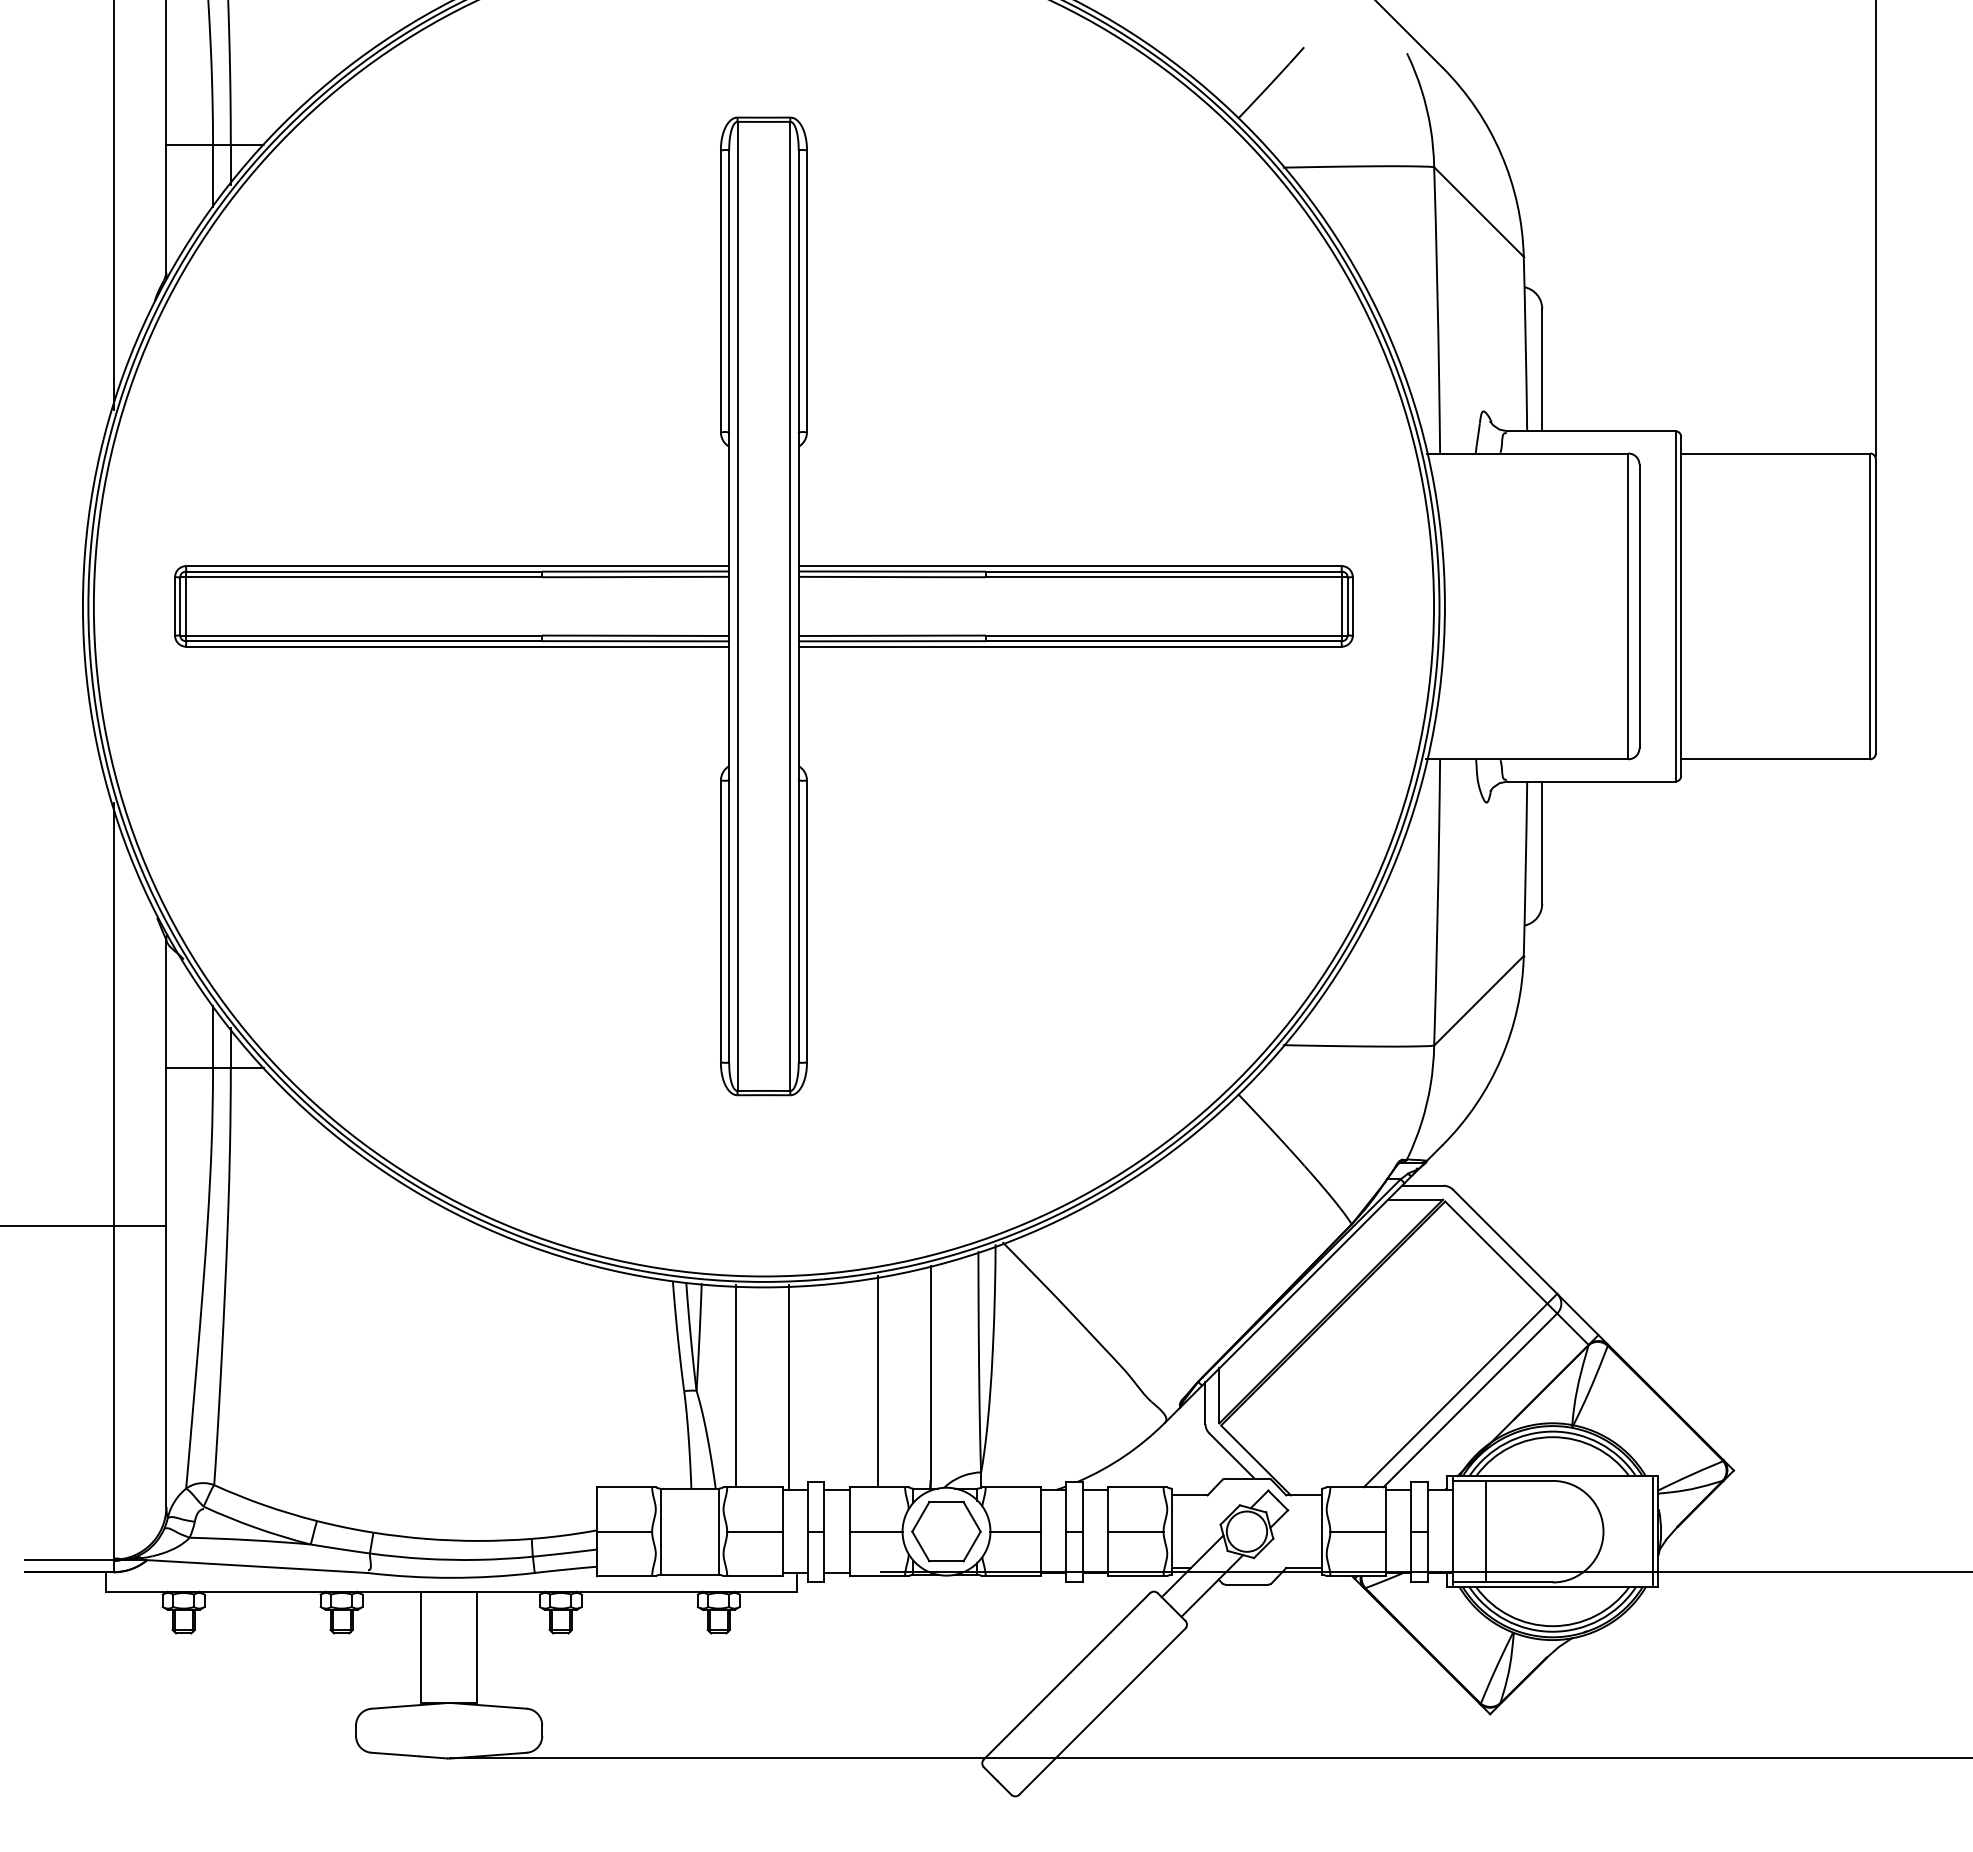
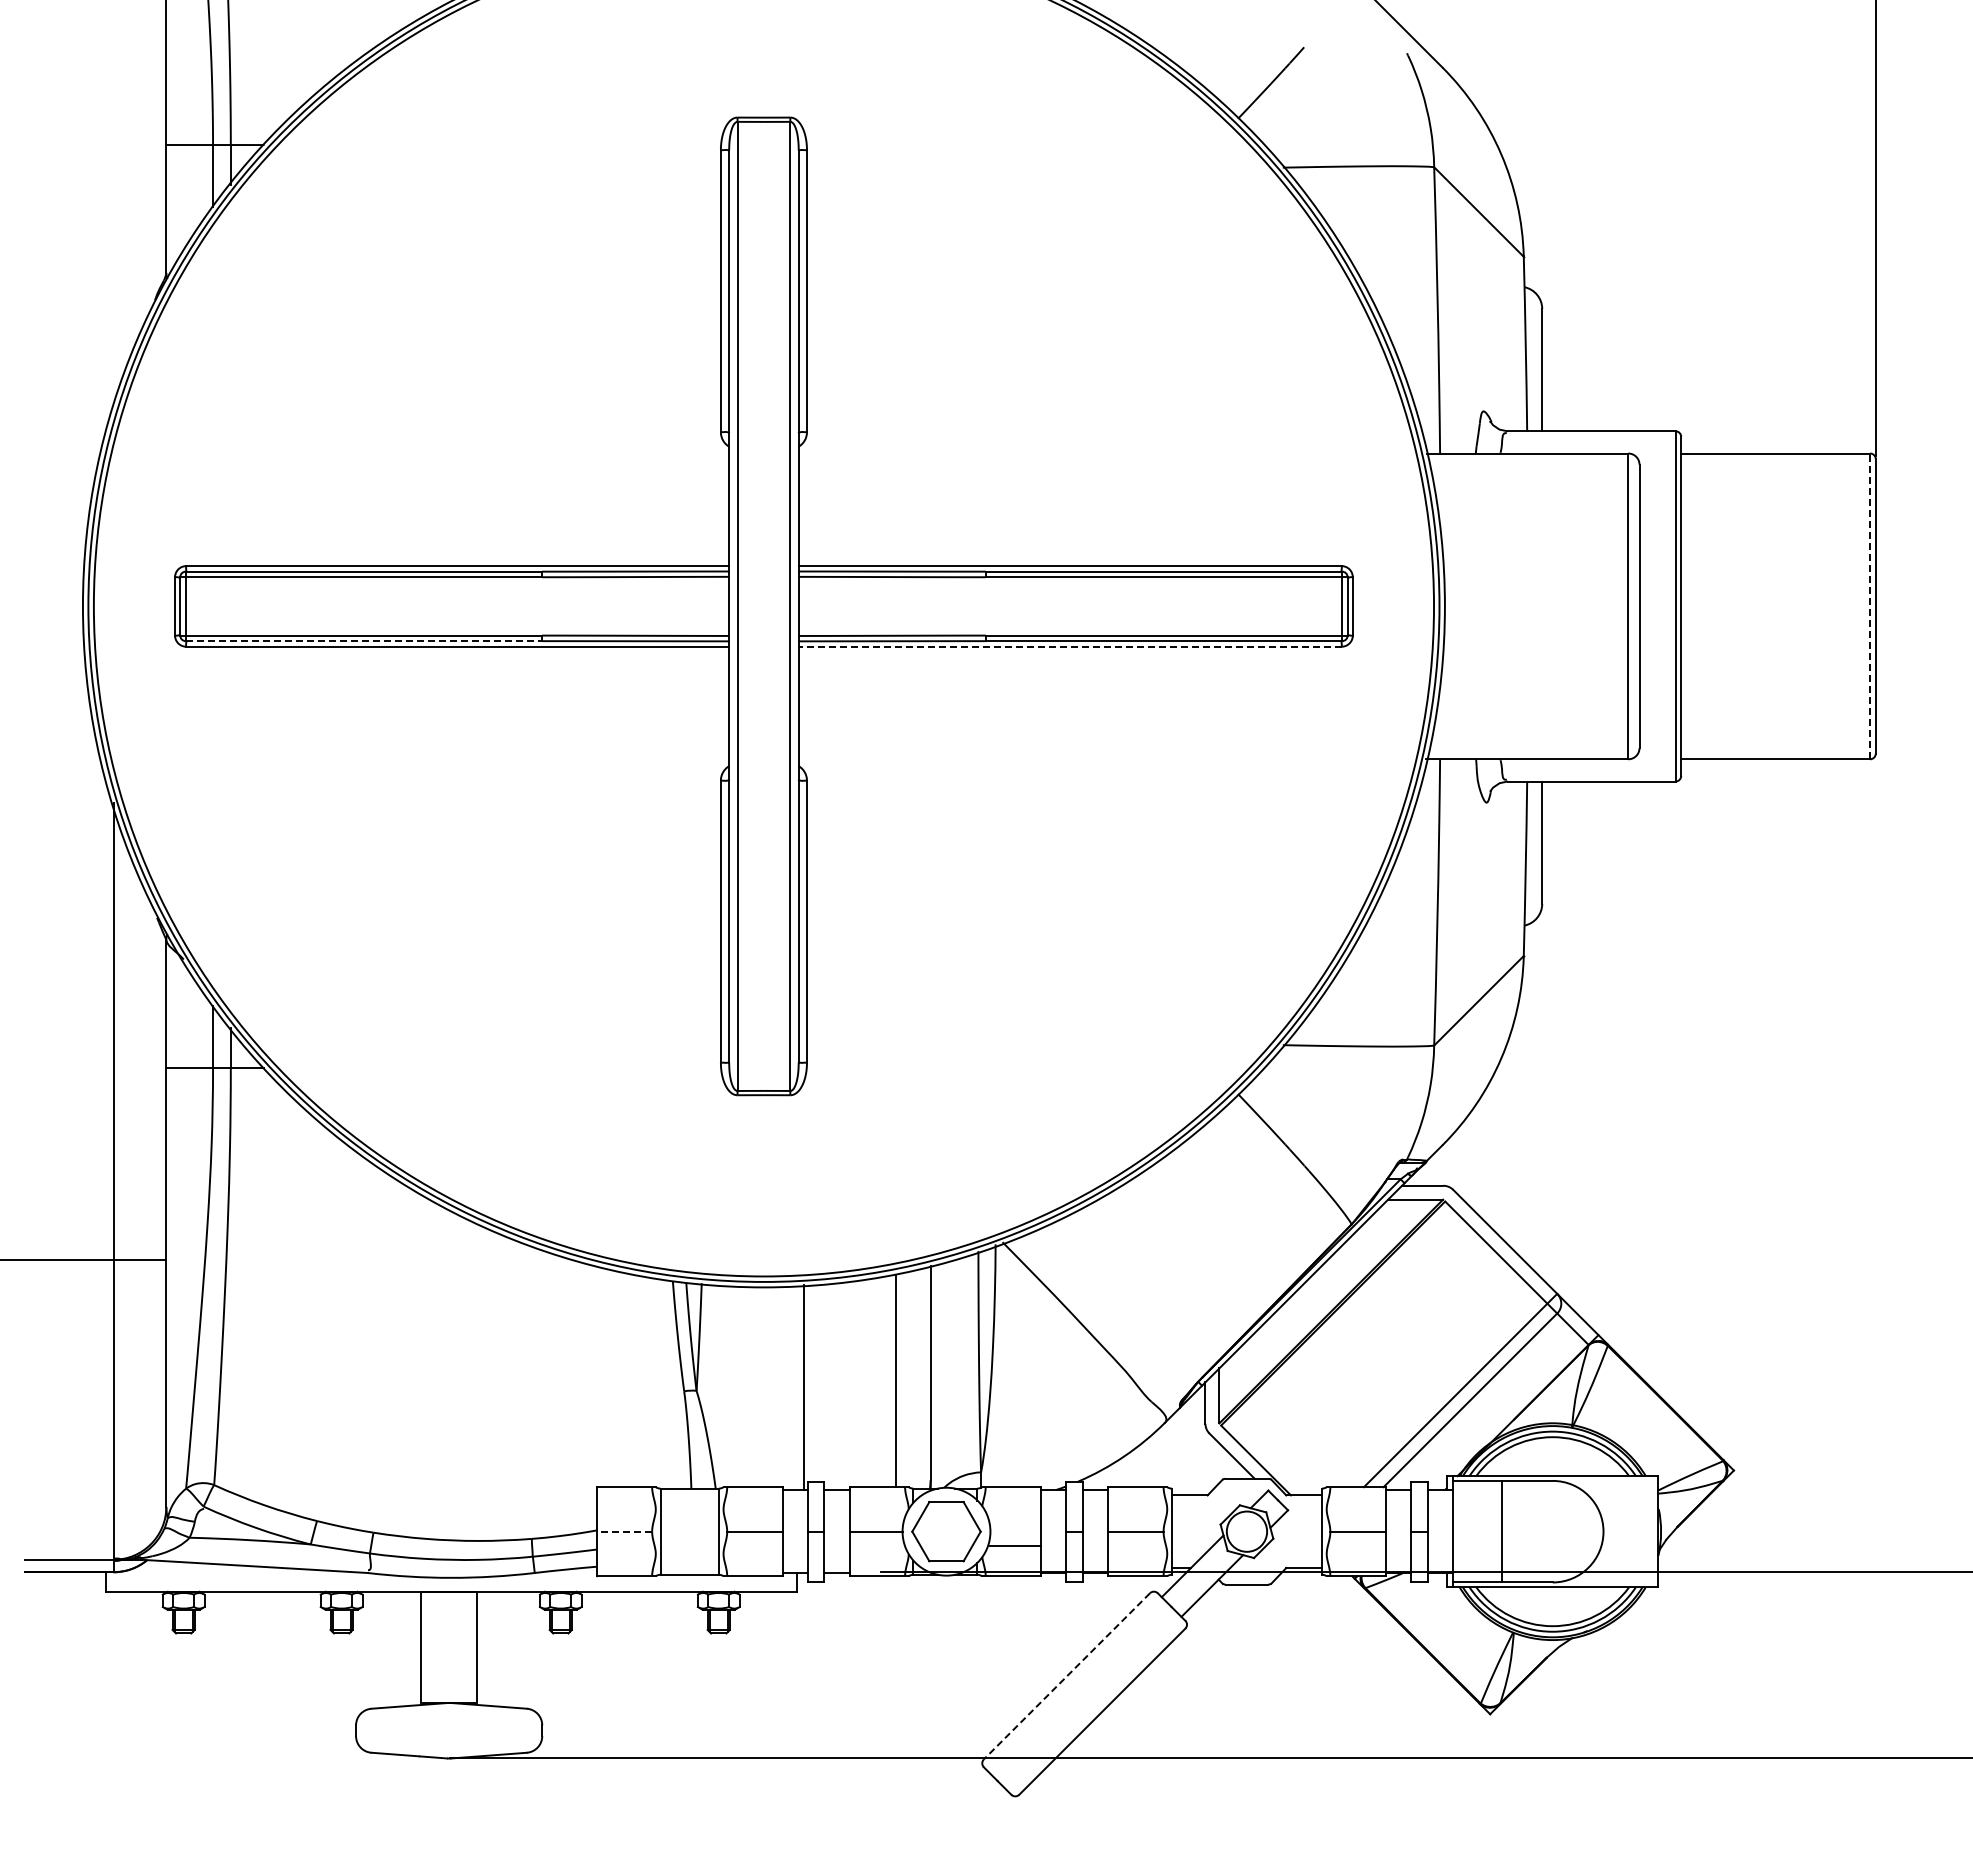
line at (113, 205): present -> none
line at (1870, 606): solid -> dashed
line at (364, 641): solid -> dashed
line at (1070, 646): solid -> dashed
line at (84, 1226) position: (84, 1226) -> (84, 1260)
line at (877, 1381) position: (877, 1381) -> (895, 1381)
line at (736, 1385): present -> none
line at (788, 1387) position: (788, 1387) -> (803, 1387)
line at (624, 1531): solid -> dashed
line at (1015, 1531) position: (1015, 1531) -> (1015, 1545)
line at (1486, 1531) position: (1486, 1531) -> (1502, 1531)
line at (1652, 1531): present -> none
line at (1066, 1676): solid -> dashed
